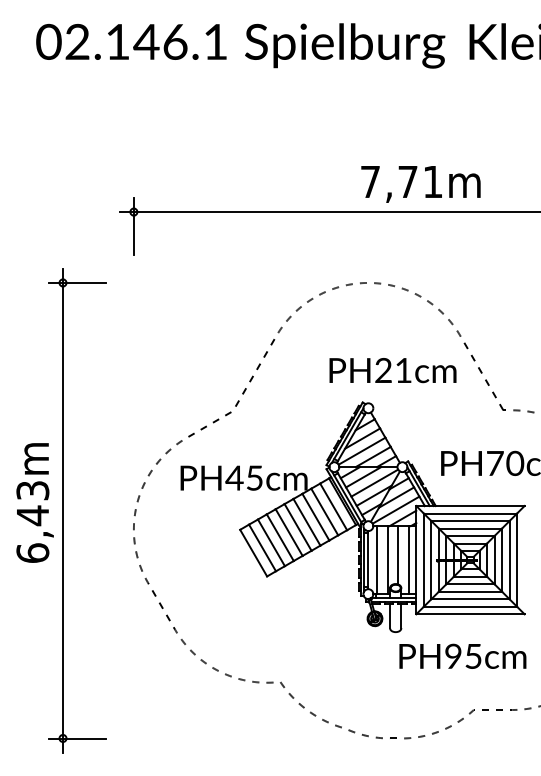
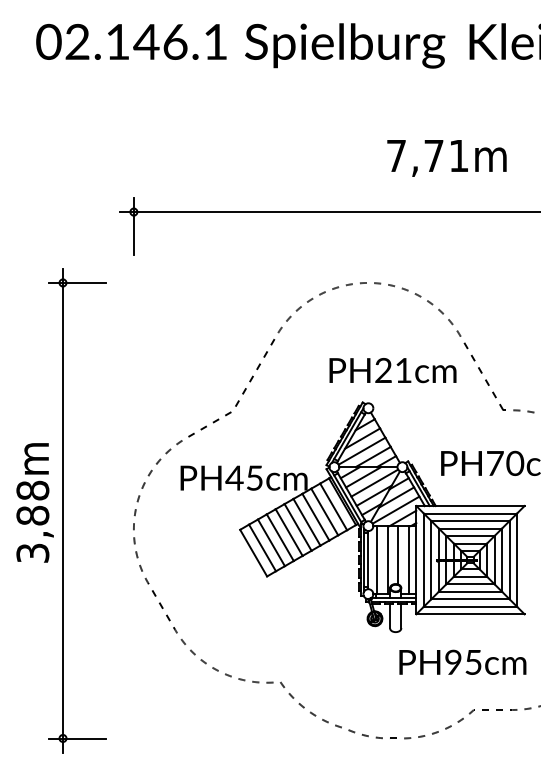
text at (420, 184) position: (420, 184) -> (446, 158)
text at (32, 521): 6,43m -> 3,88m
text at (462, 655) position: (462, 655) -> (462, 661)
